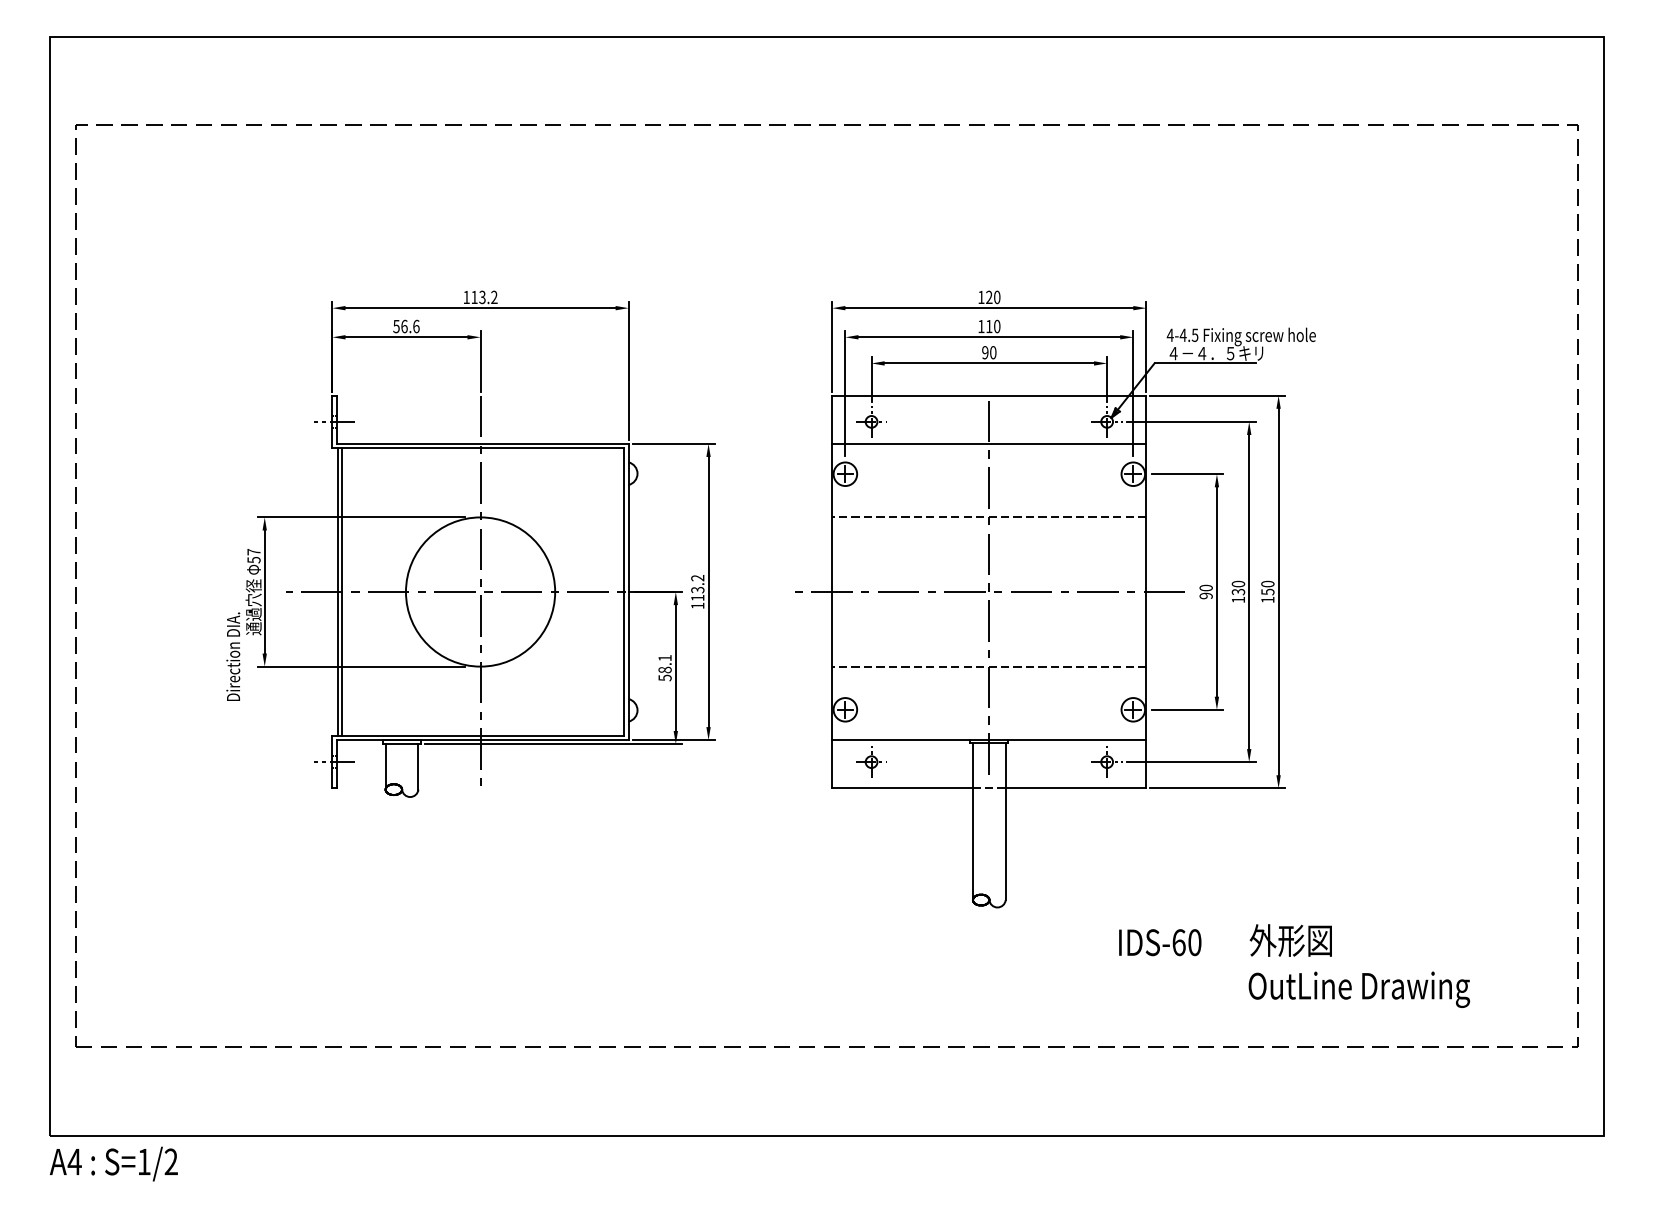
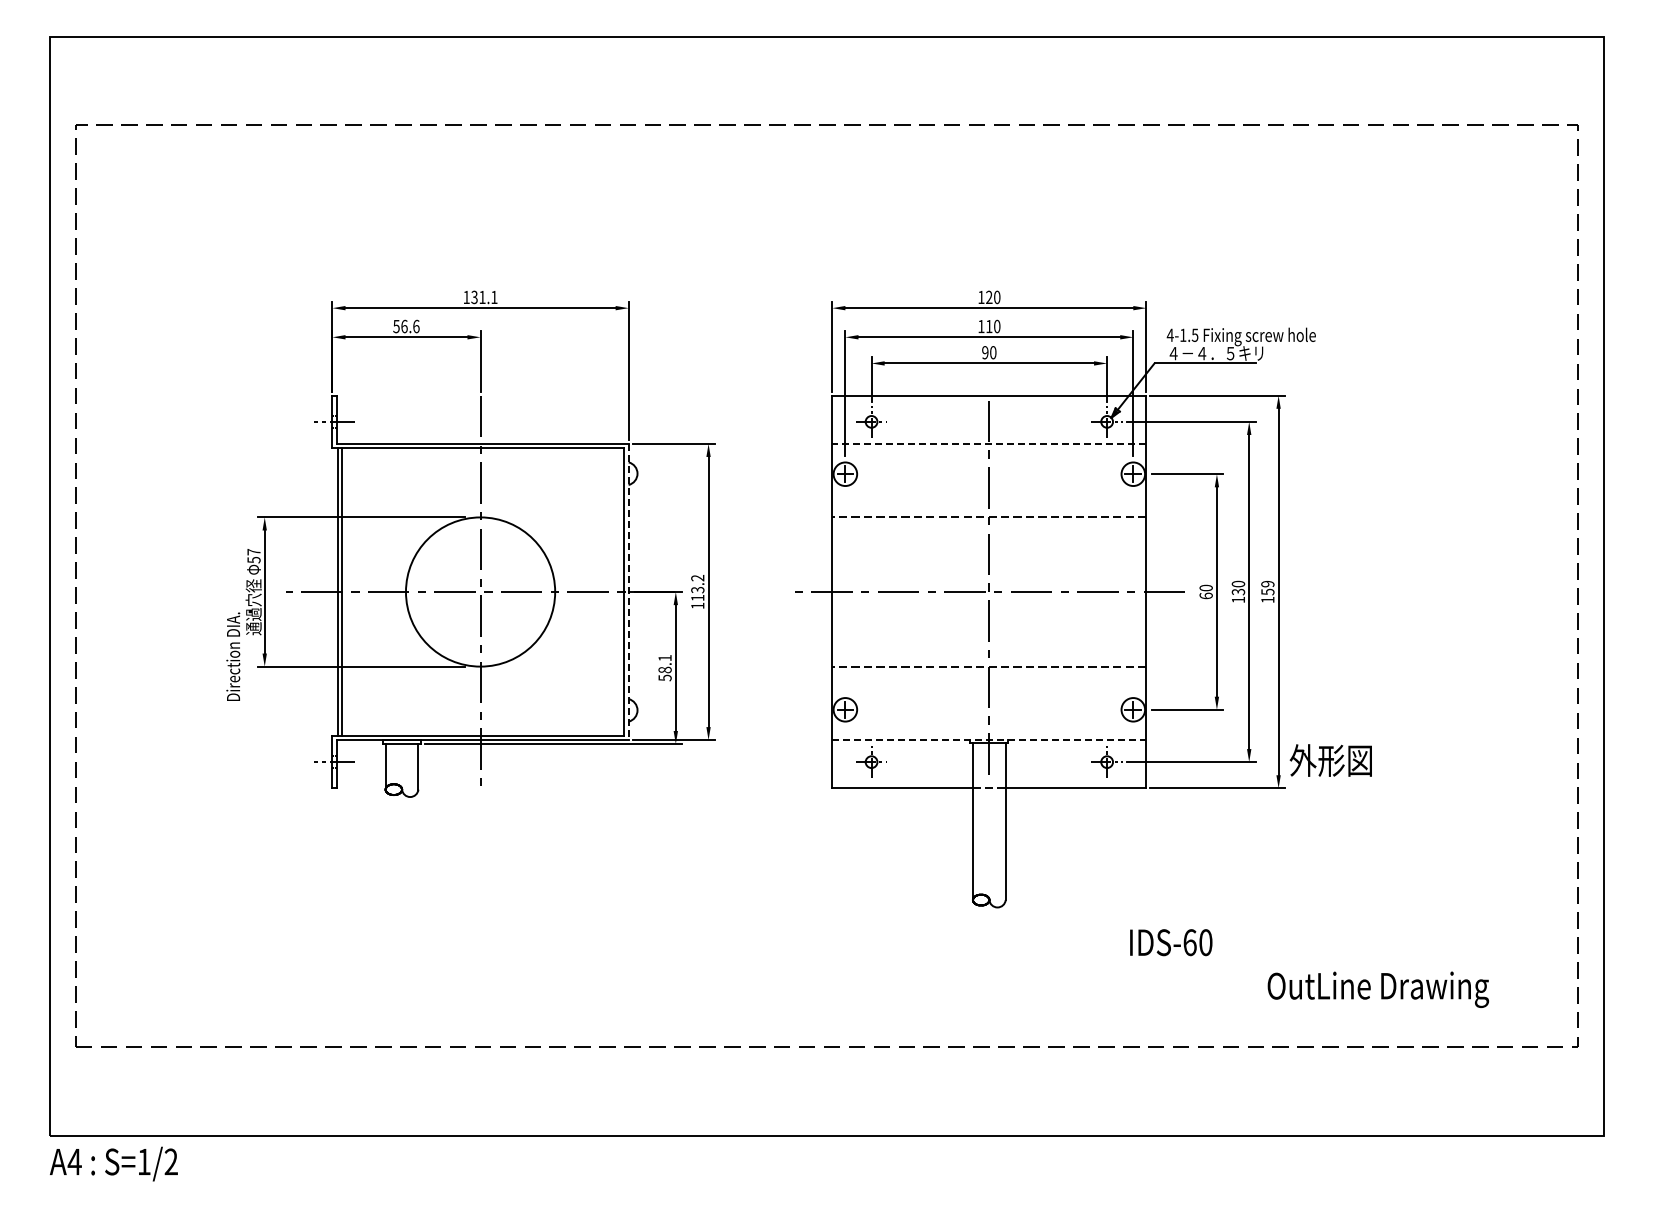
text at (484, 297): 113.2 -> 131.1
text at (1182, 334): 4-4.5 -> 4-1.5
line at (988, 443): solid -> dashed
text at (1267, 584): 150 -> 159
line at (628, 592): solid -> dashed
text at (1205, 595): 90 -> 60
line at (989, 740): solid -> dashed
text at (1290, 940) position: (1290, 940) -> (1330, 760)
text at (1160, 942) position: (1160, 942) -> (1171, 942)
text at (1359, 989) position: (1359, 989) -> (1378, 989)
